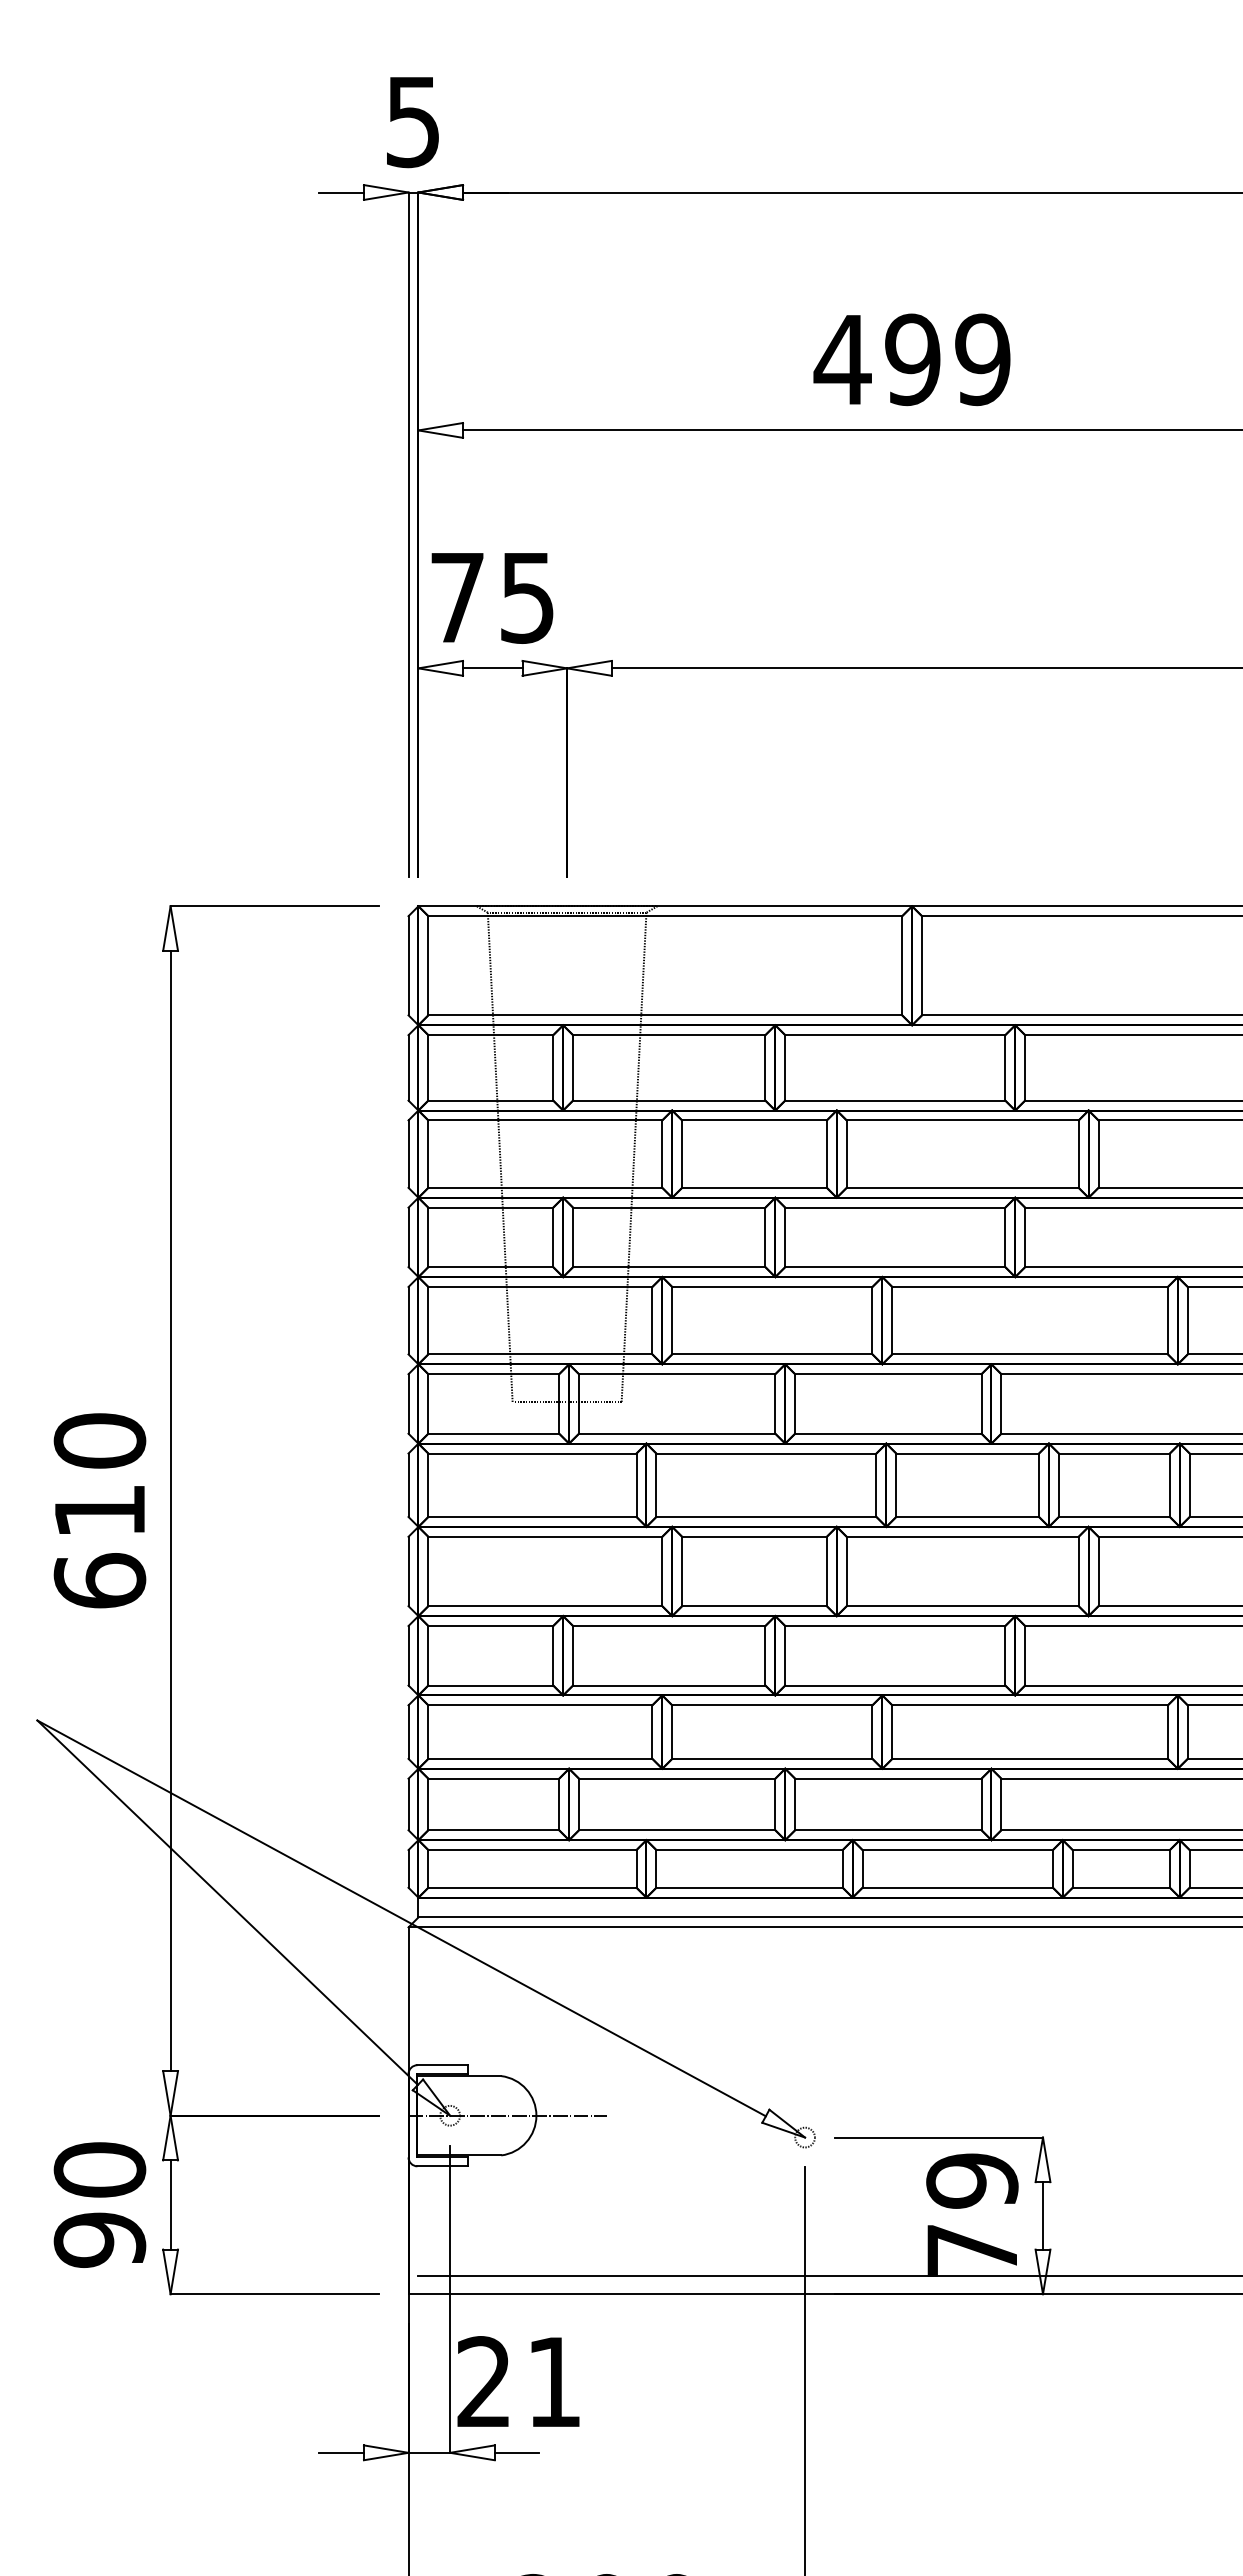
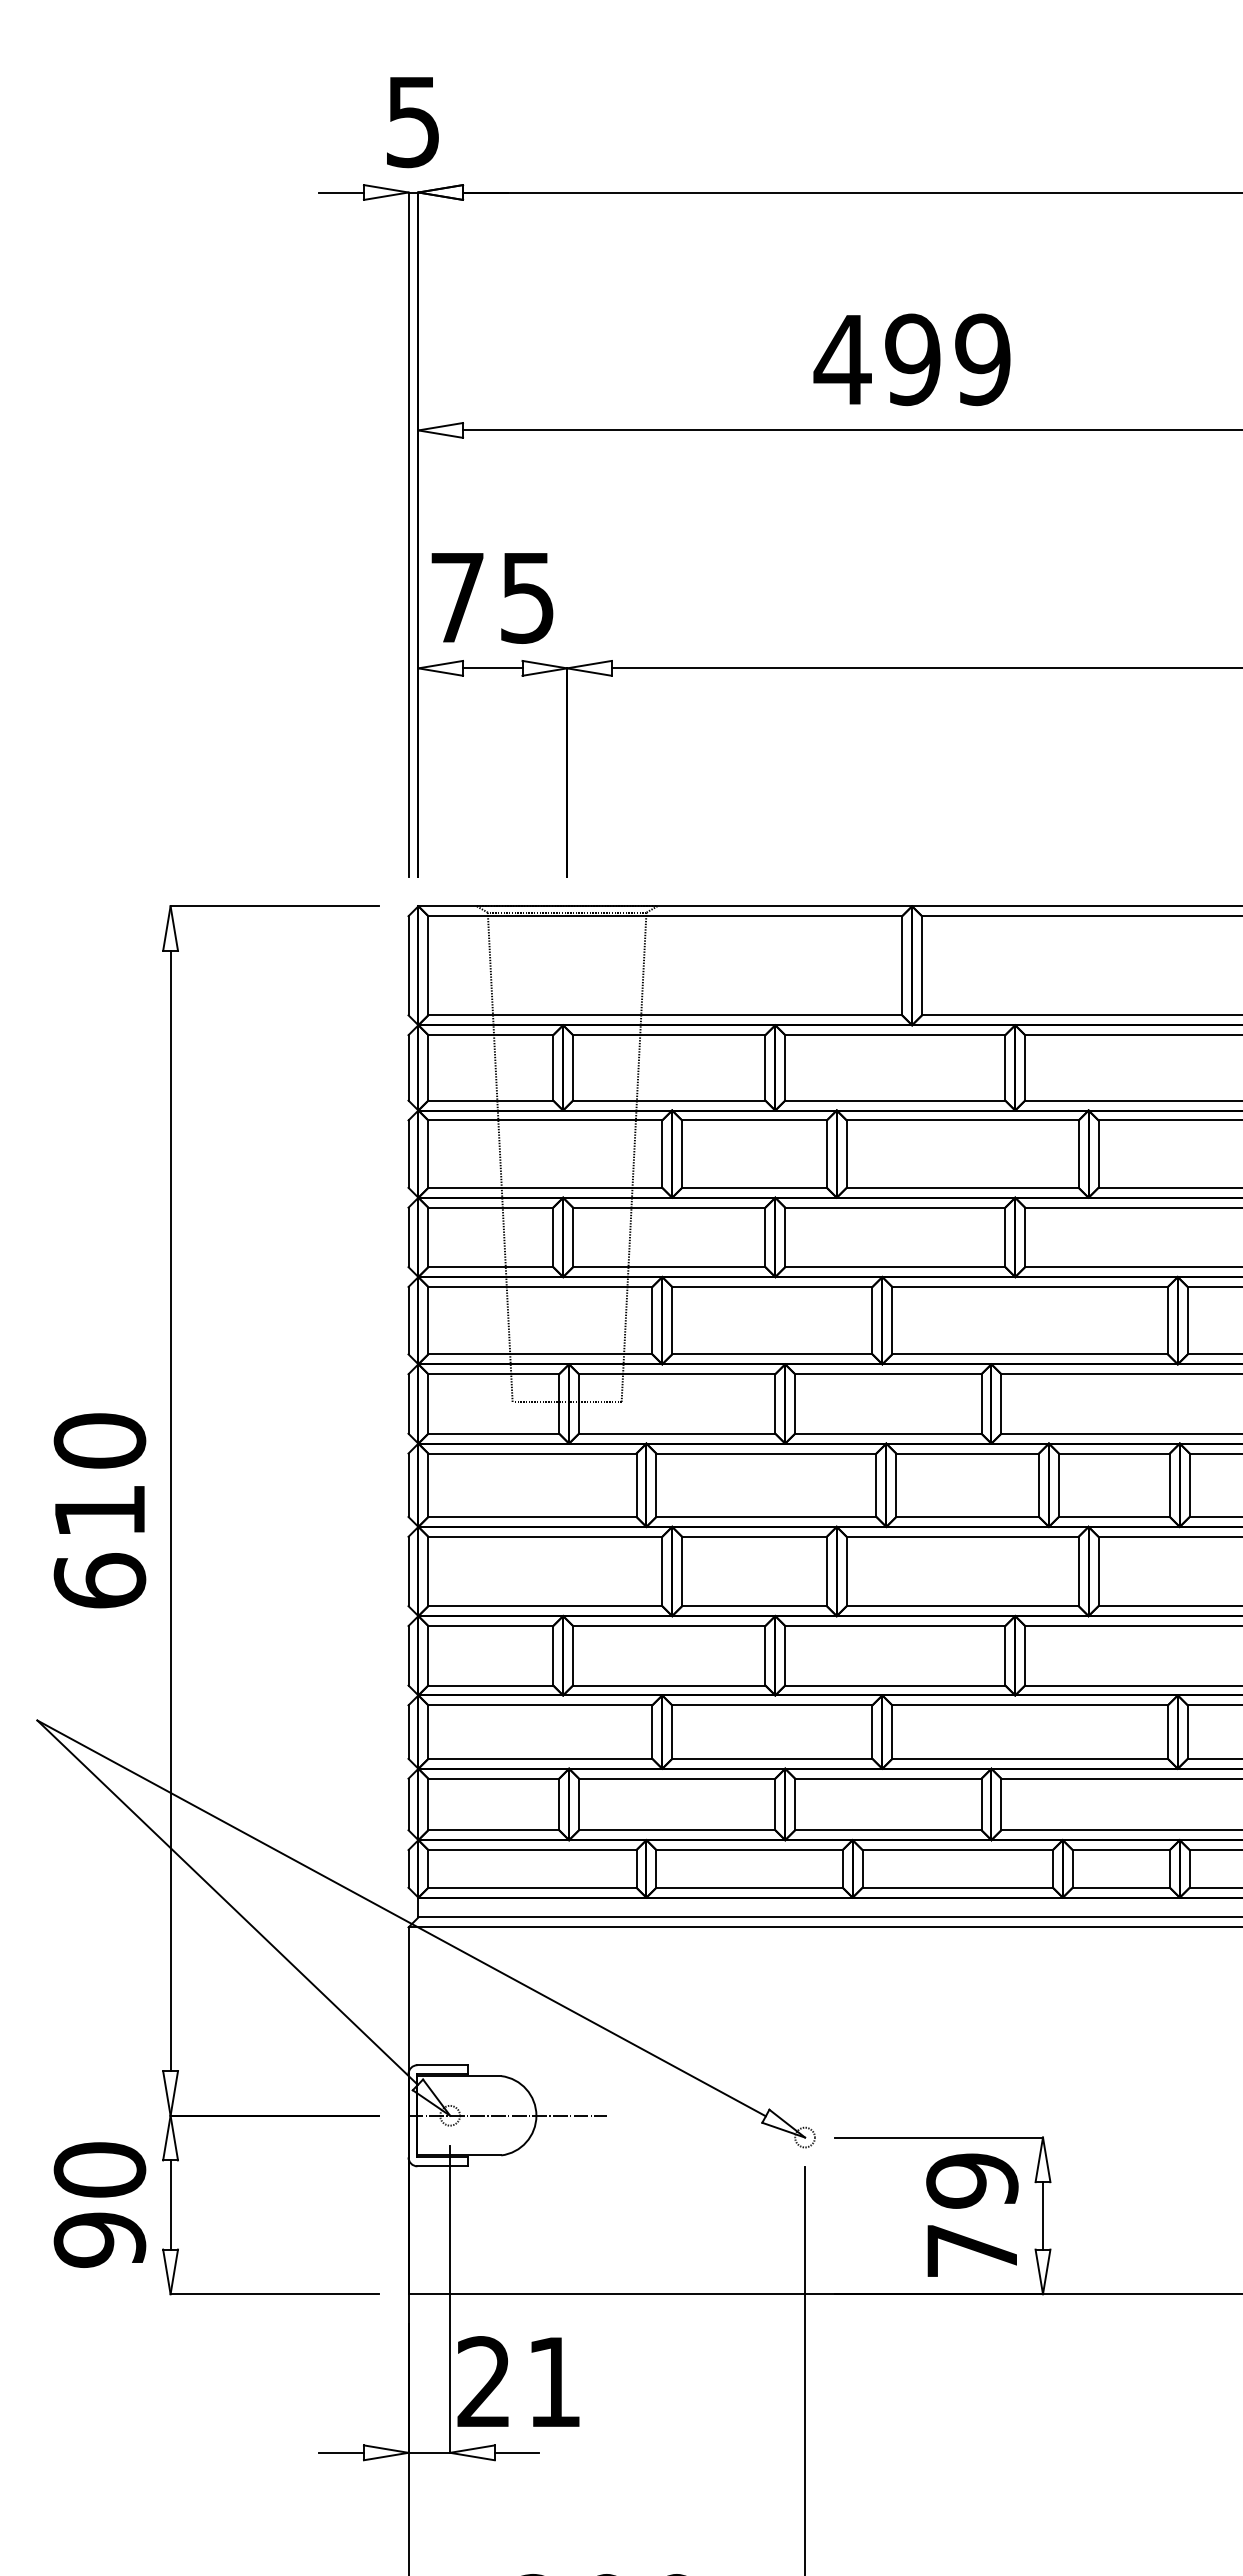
line at (828, 2276): present -> none
